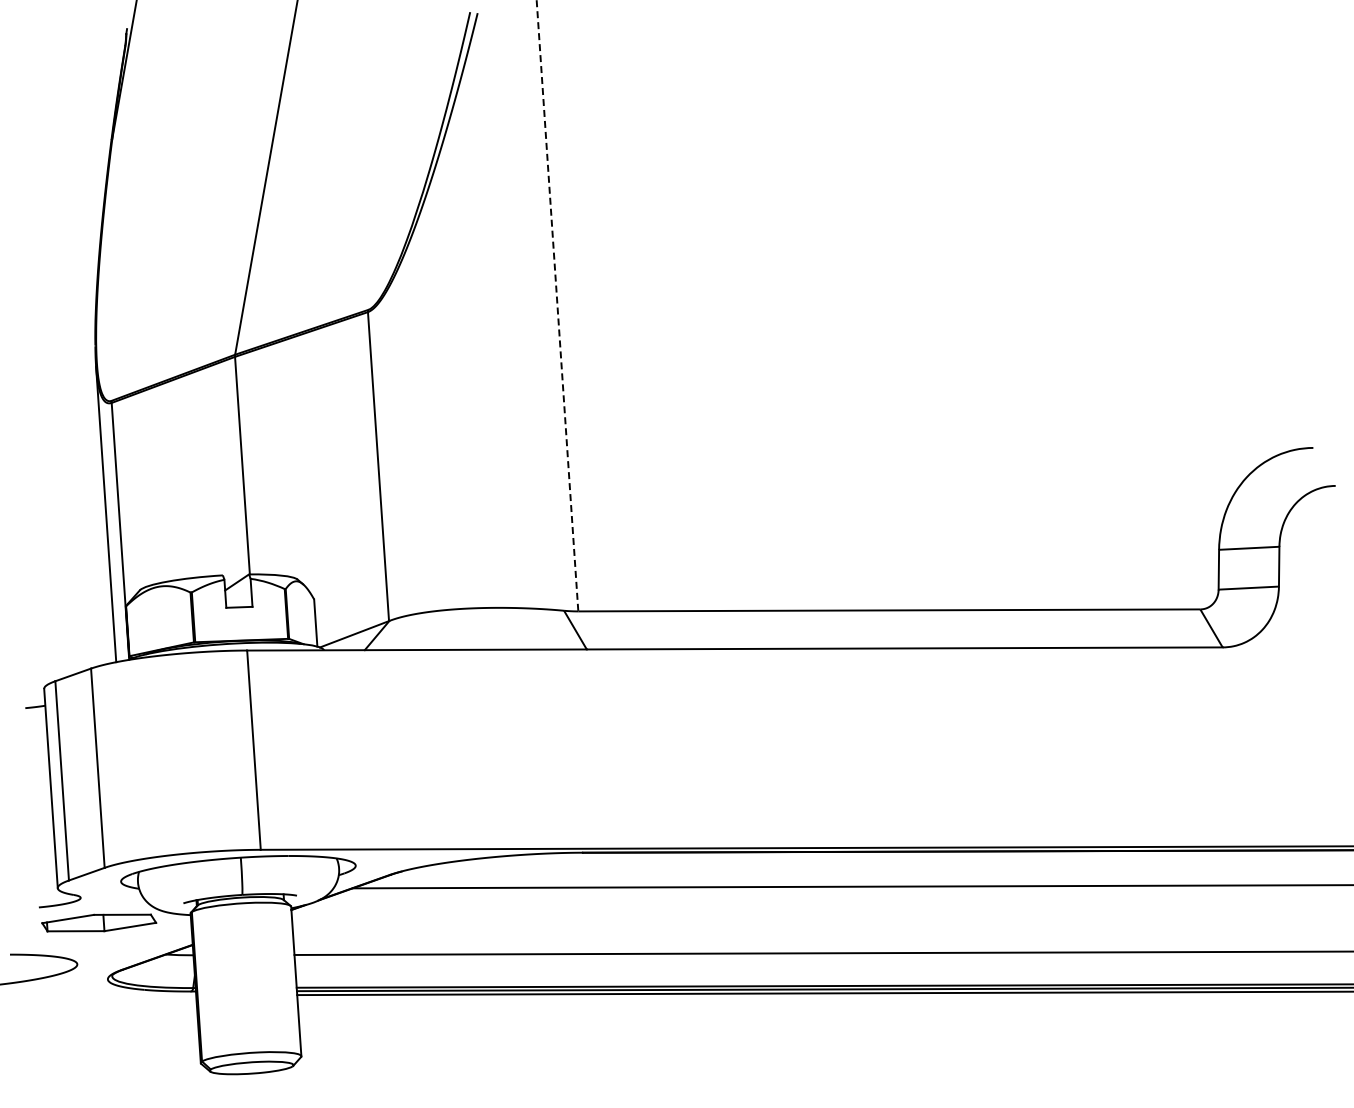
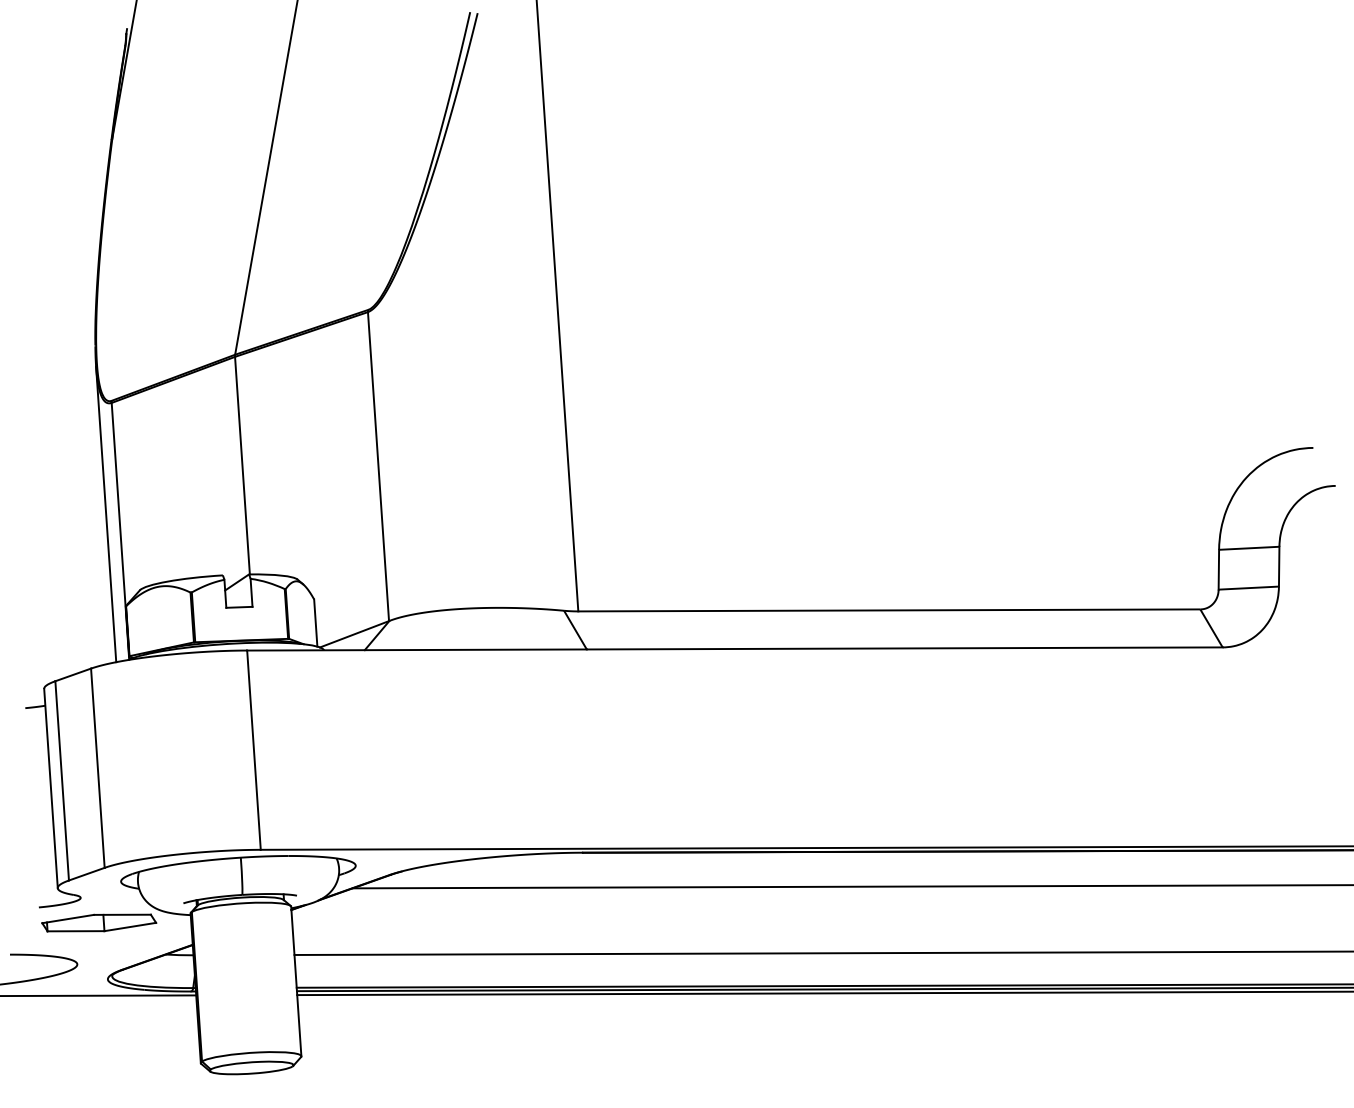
line at (557, 306): dashed -> solid
line at (99, 995): none -> present
